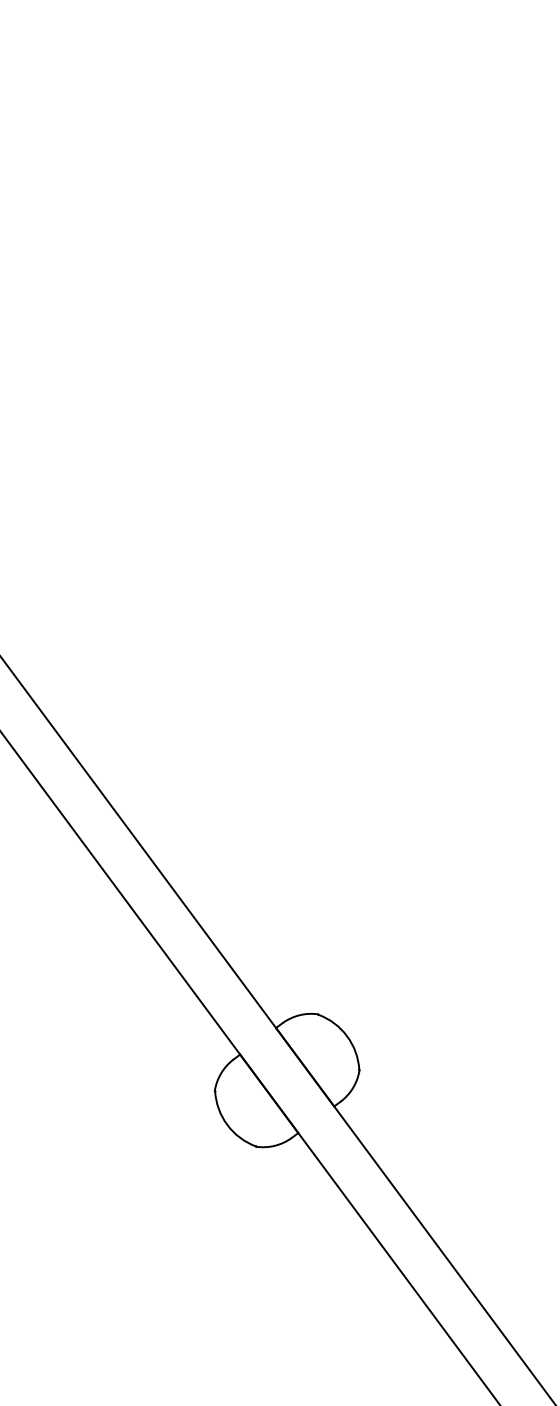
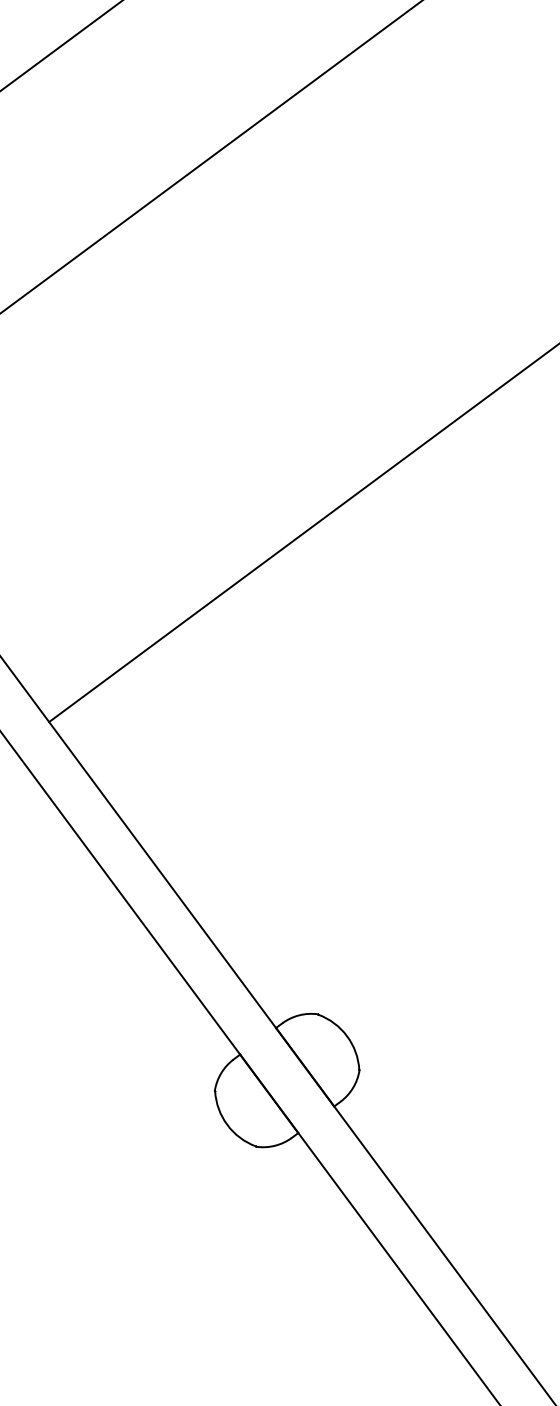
line at (61, 45): none -> present
line at (211, 156): none -> present
line at (302, 533): none -> present
